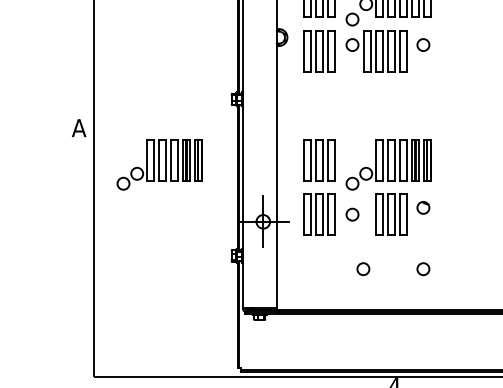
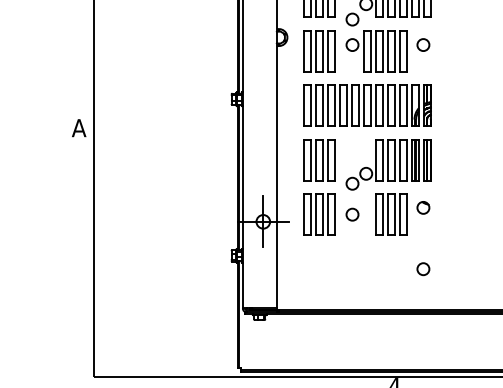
part at (367, 105): none -> present
part at (159, 164): present -> none
circle at (363, 269): present -> none
